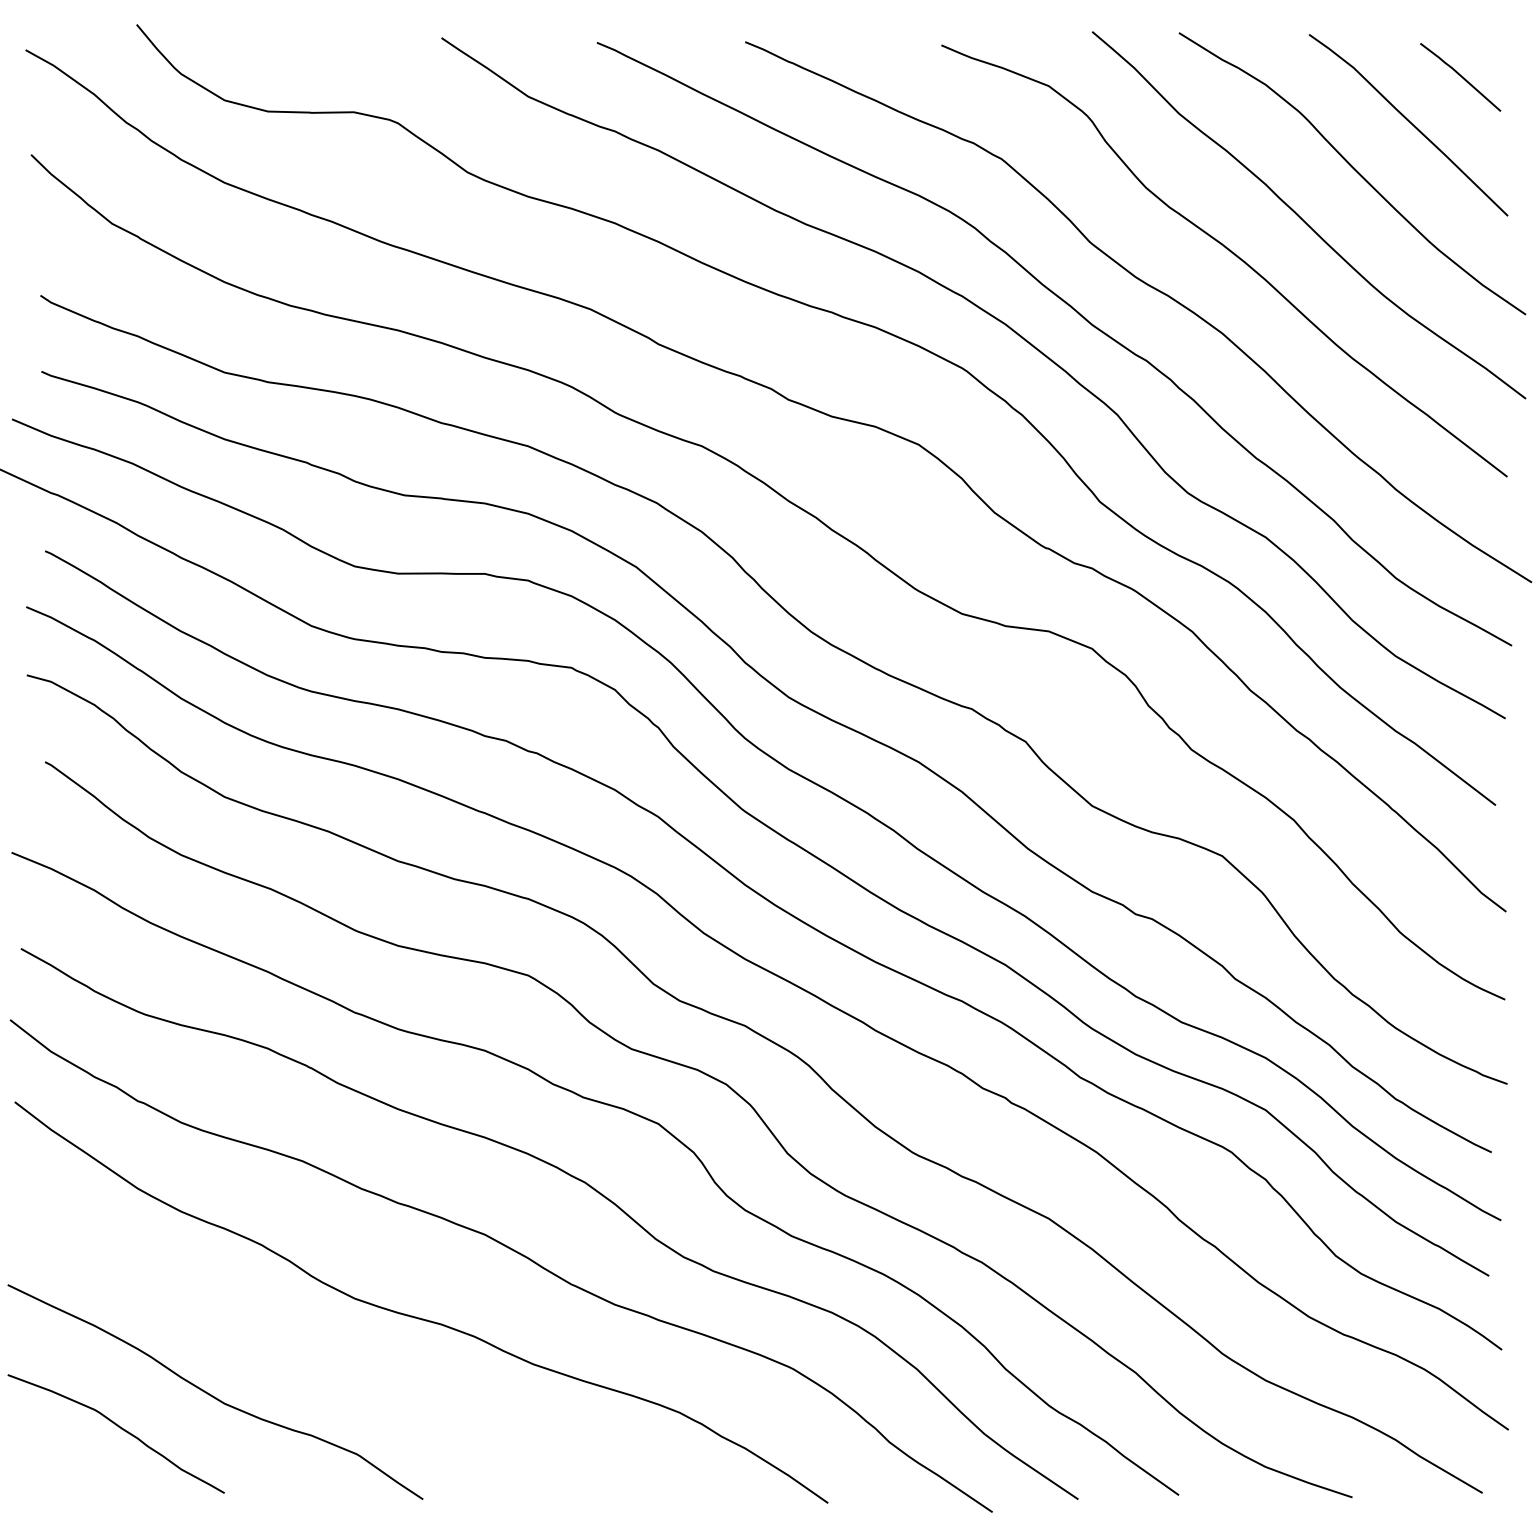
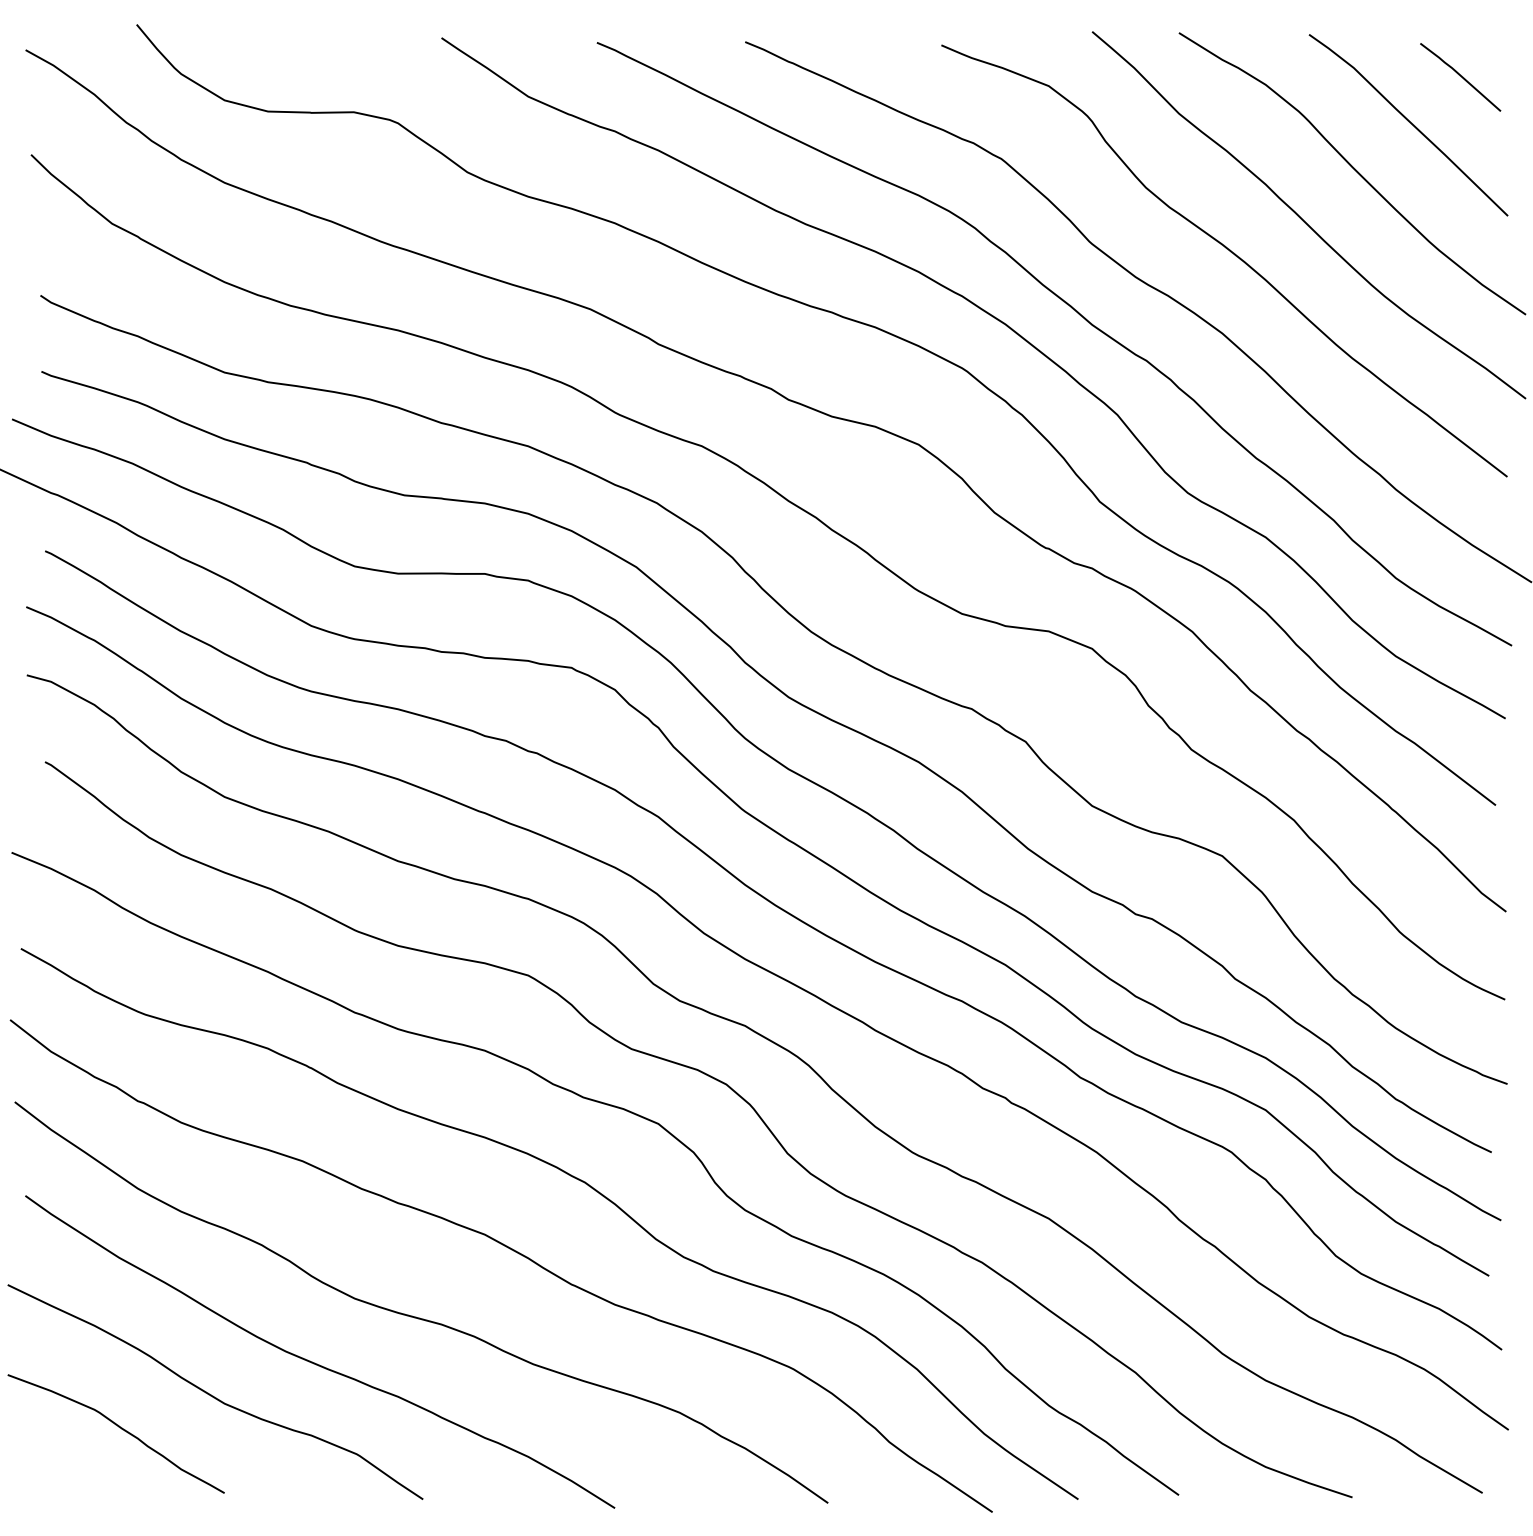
curve at (317, 1363): none -> present
